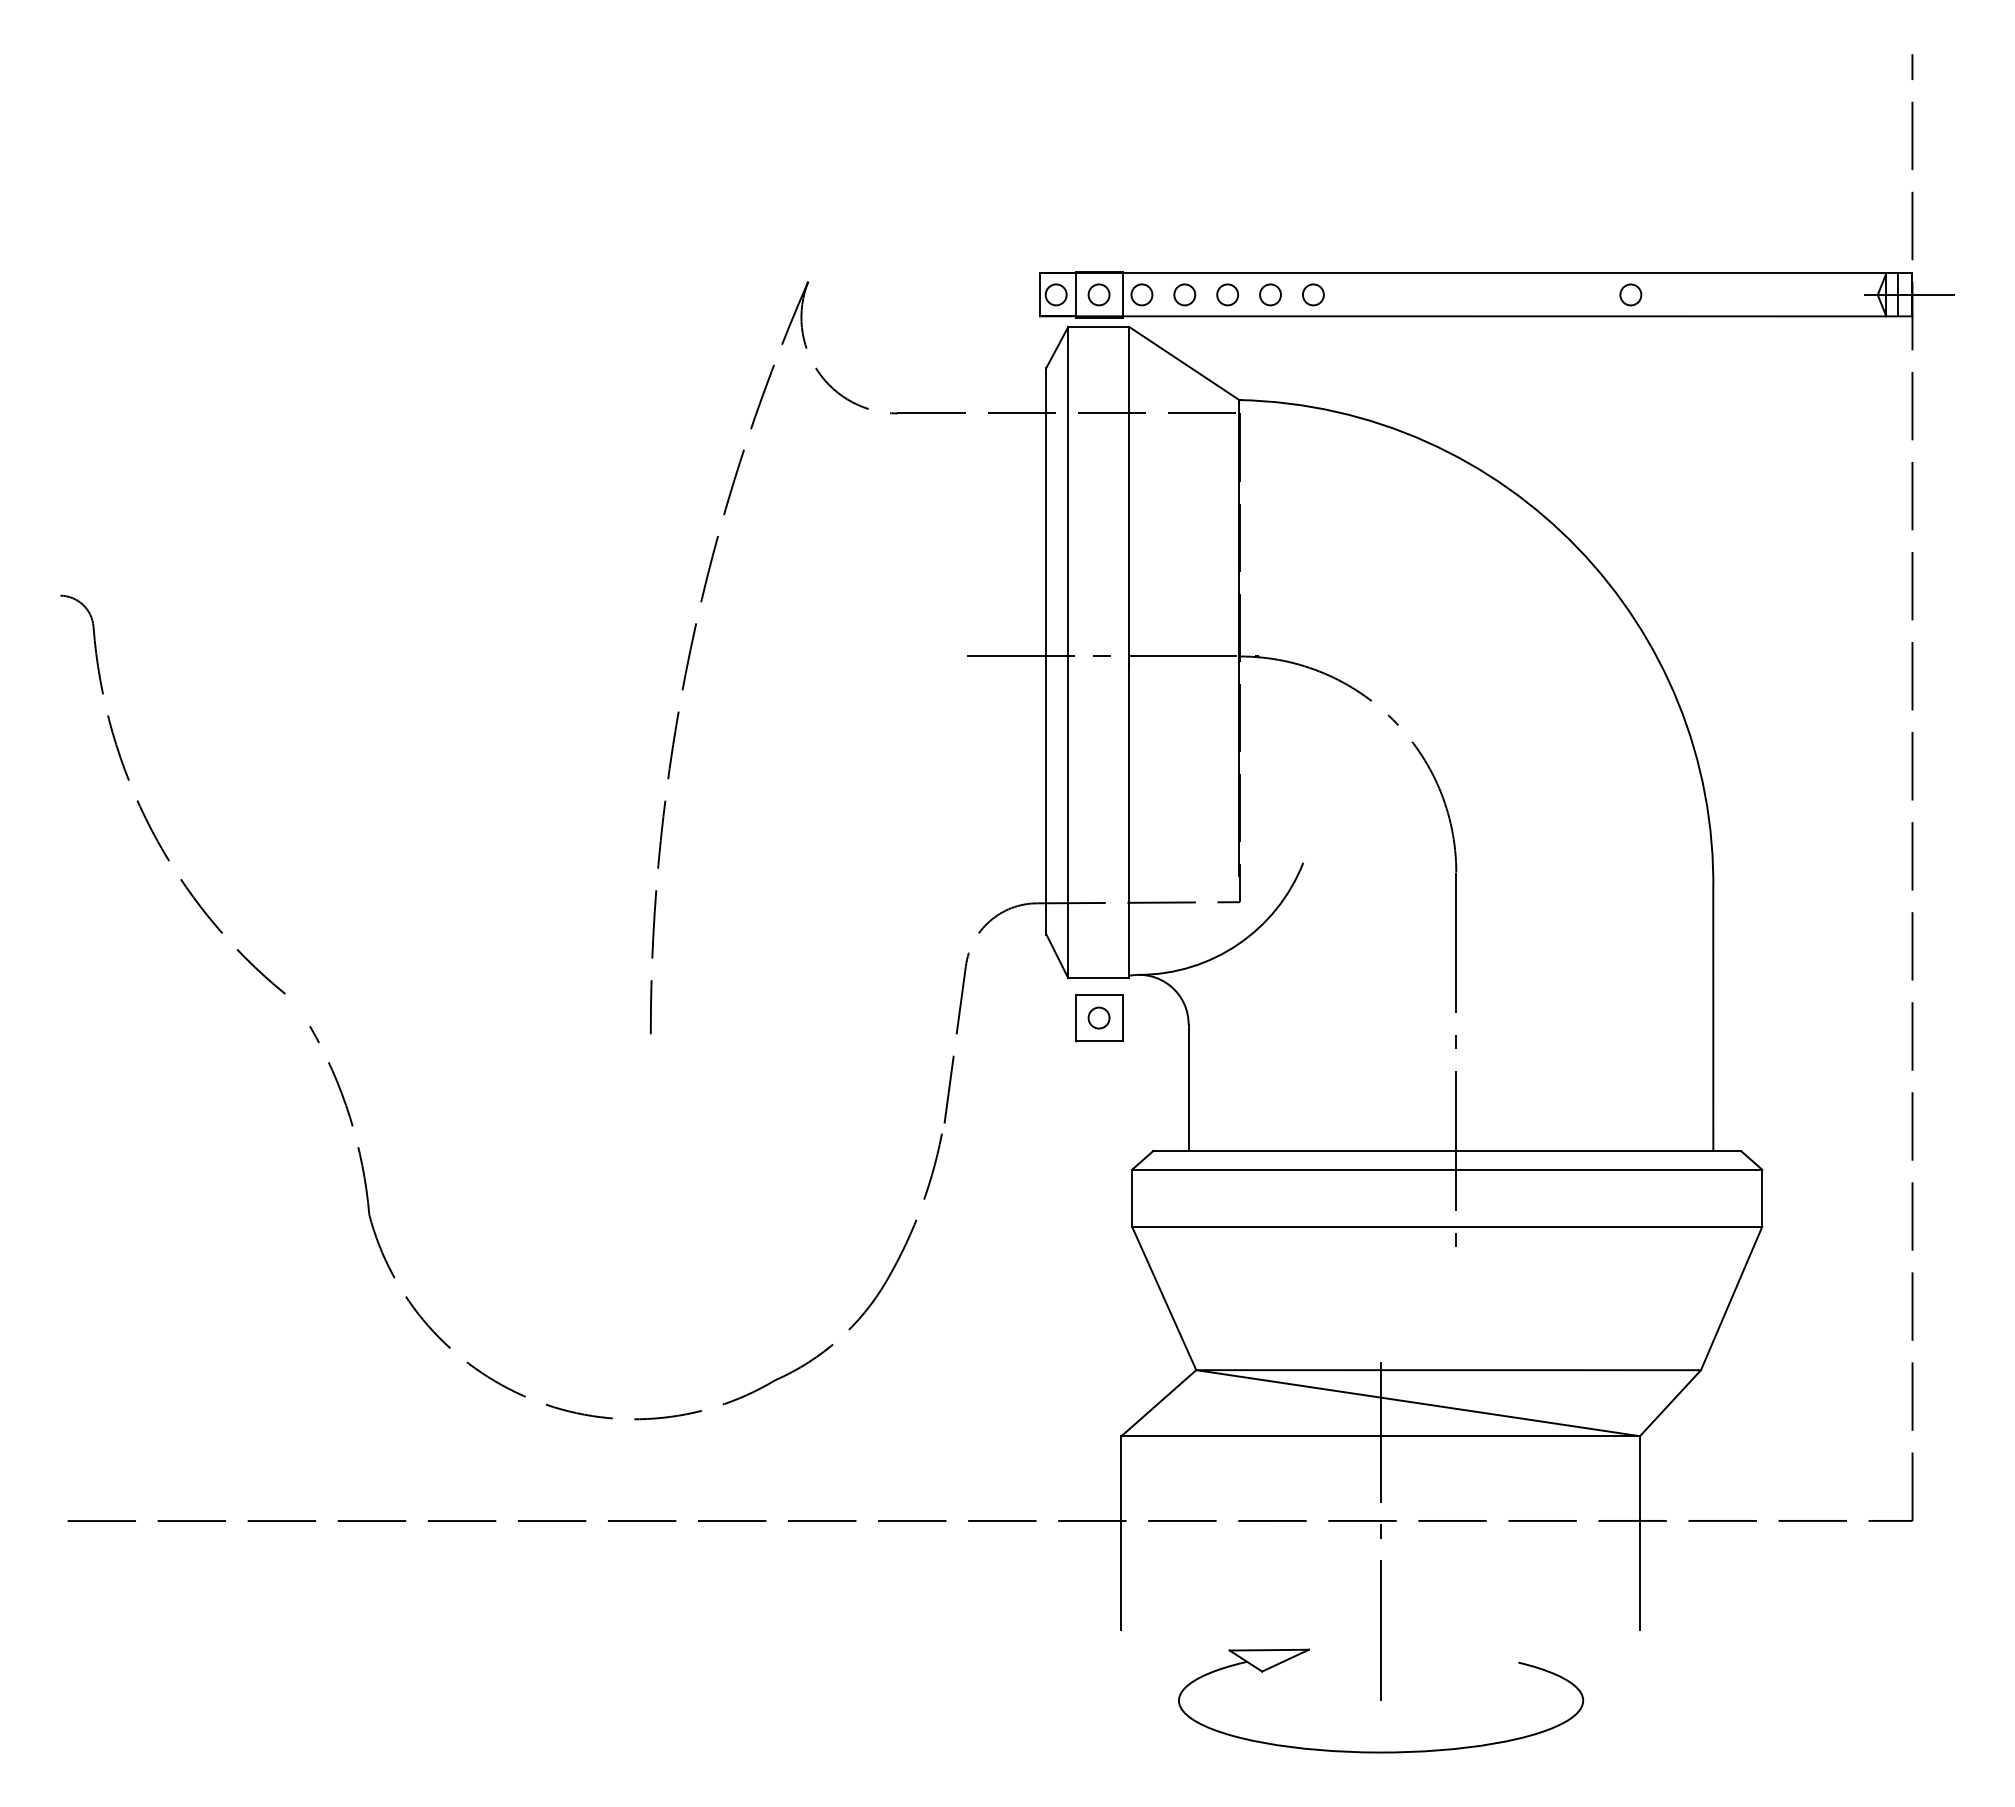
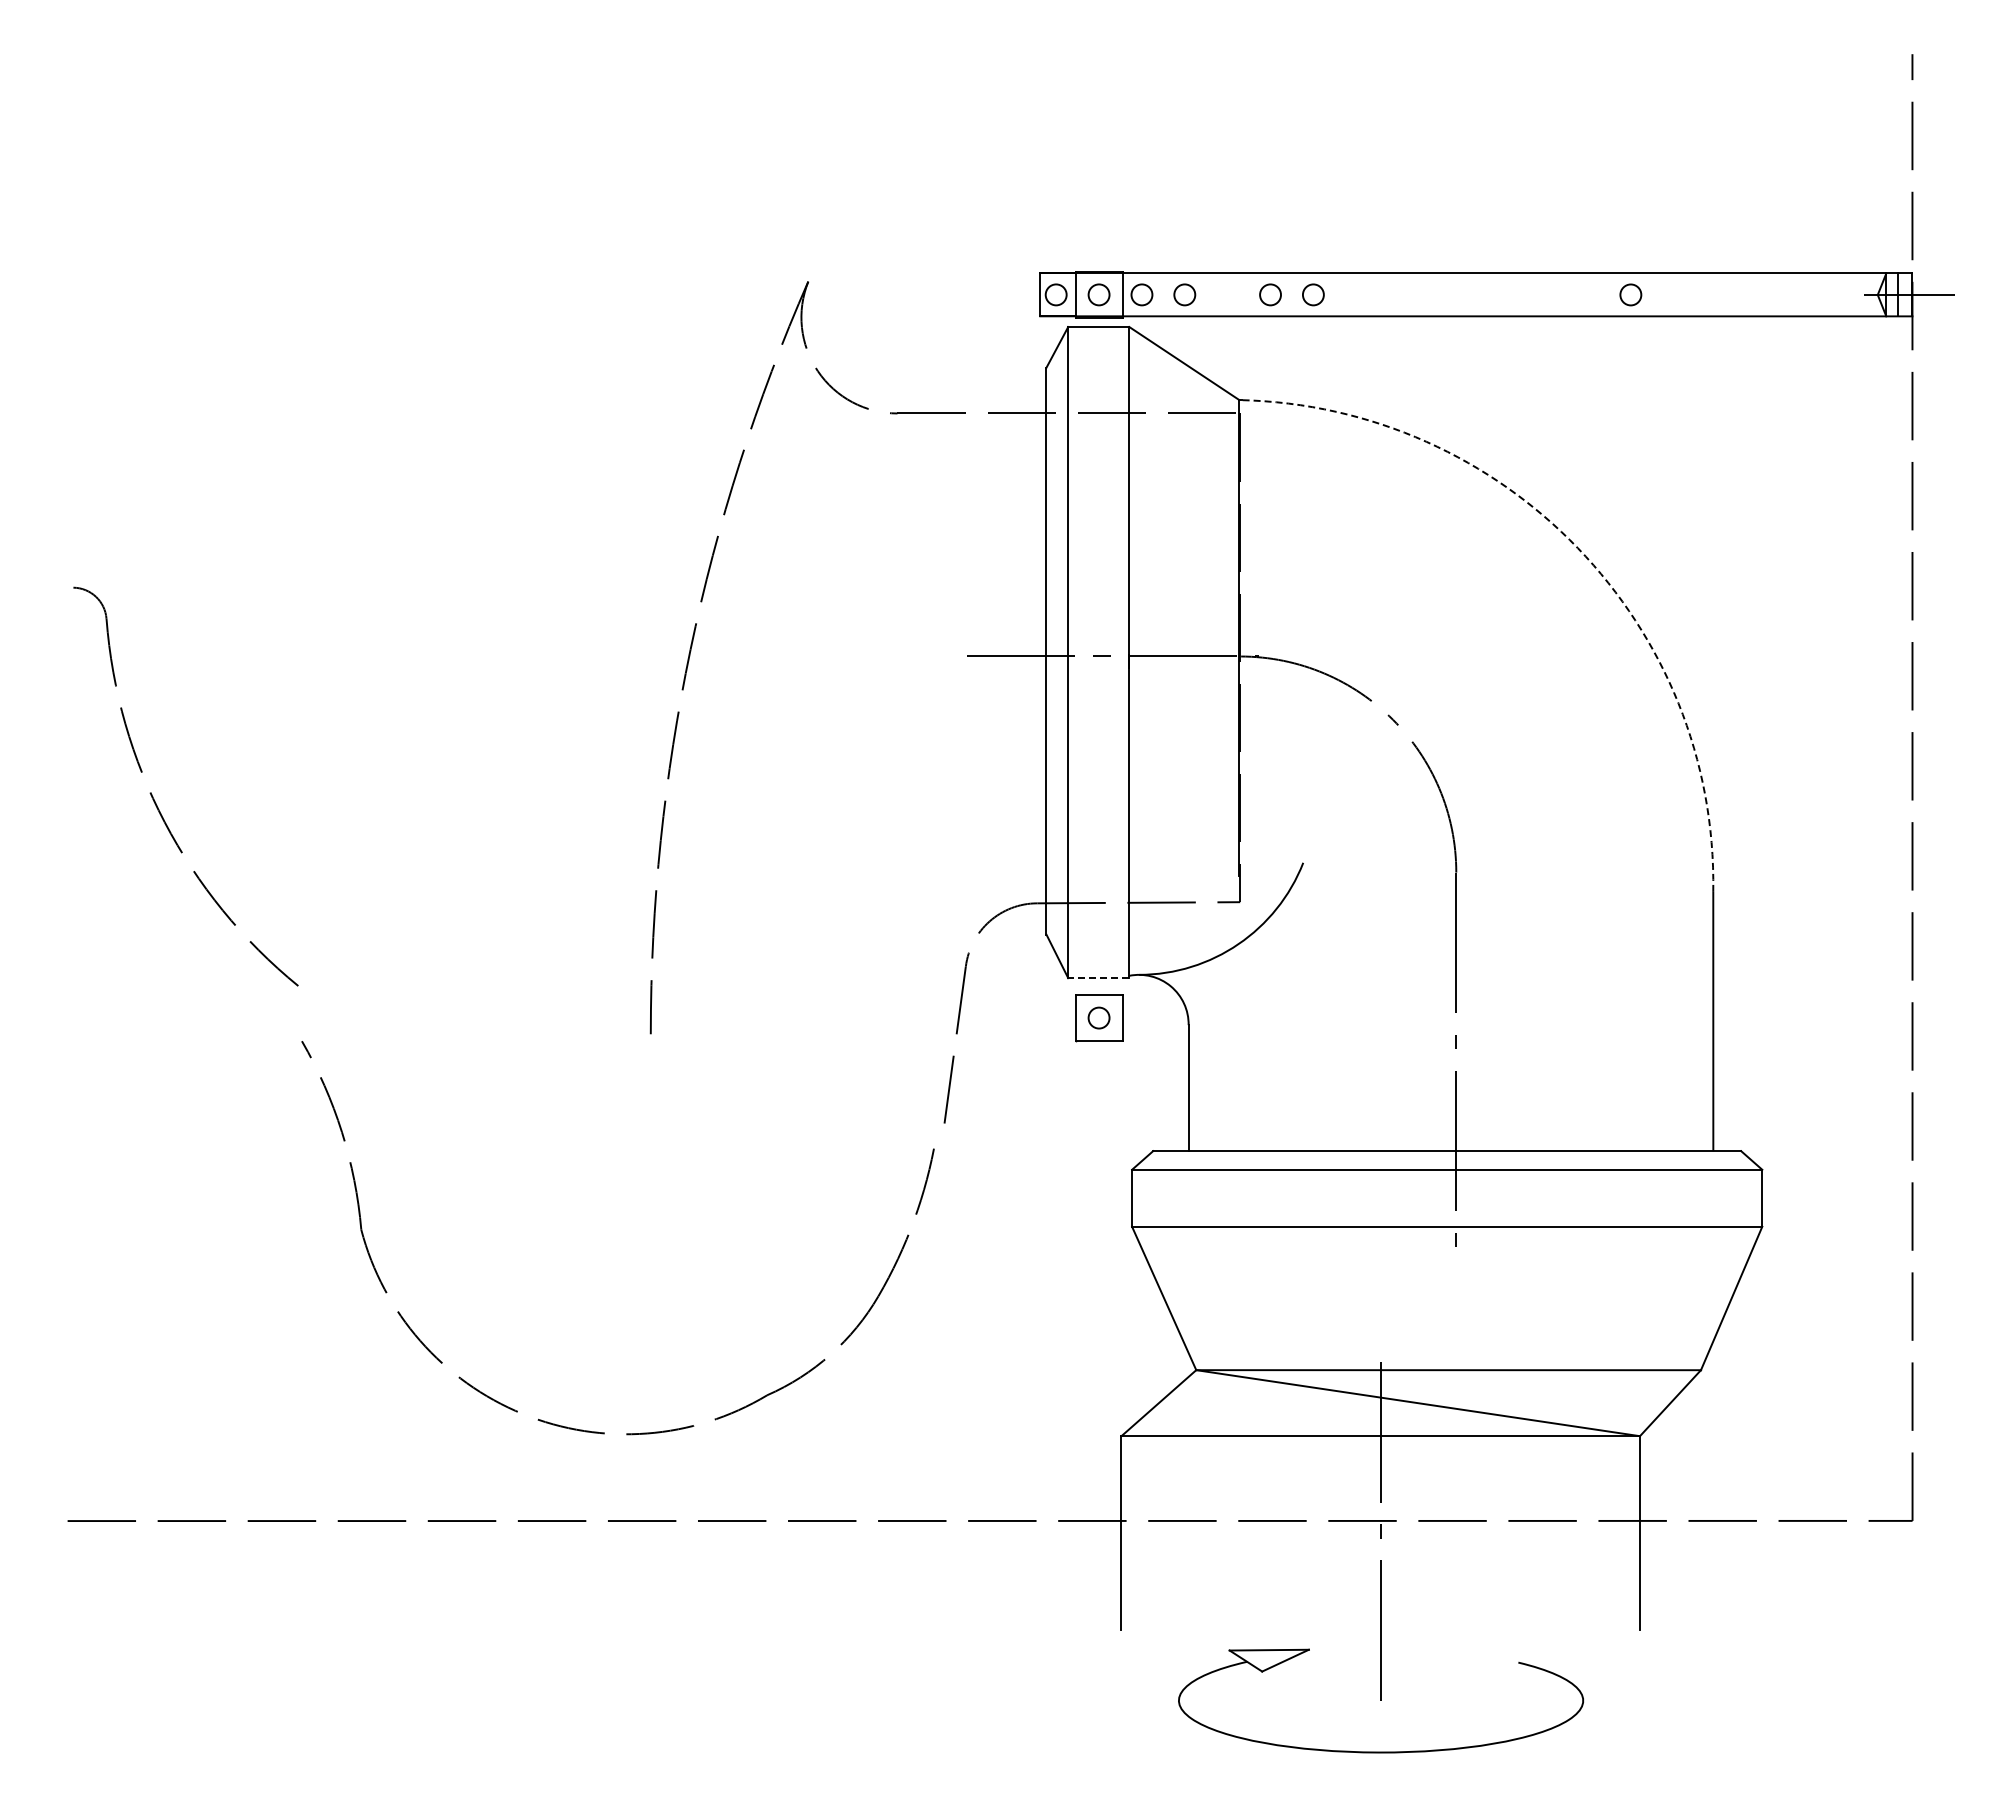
circle at (1227, 294): present -> none
arc at (1577, 548): solid -> dashed
part at (141, 806) position: (141, 806) -> (154, 798)
line at (1098, 978): solid -> dashed
part at (597, 1415) position: (597, 1415) -> (589, 1430)
